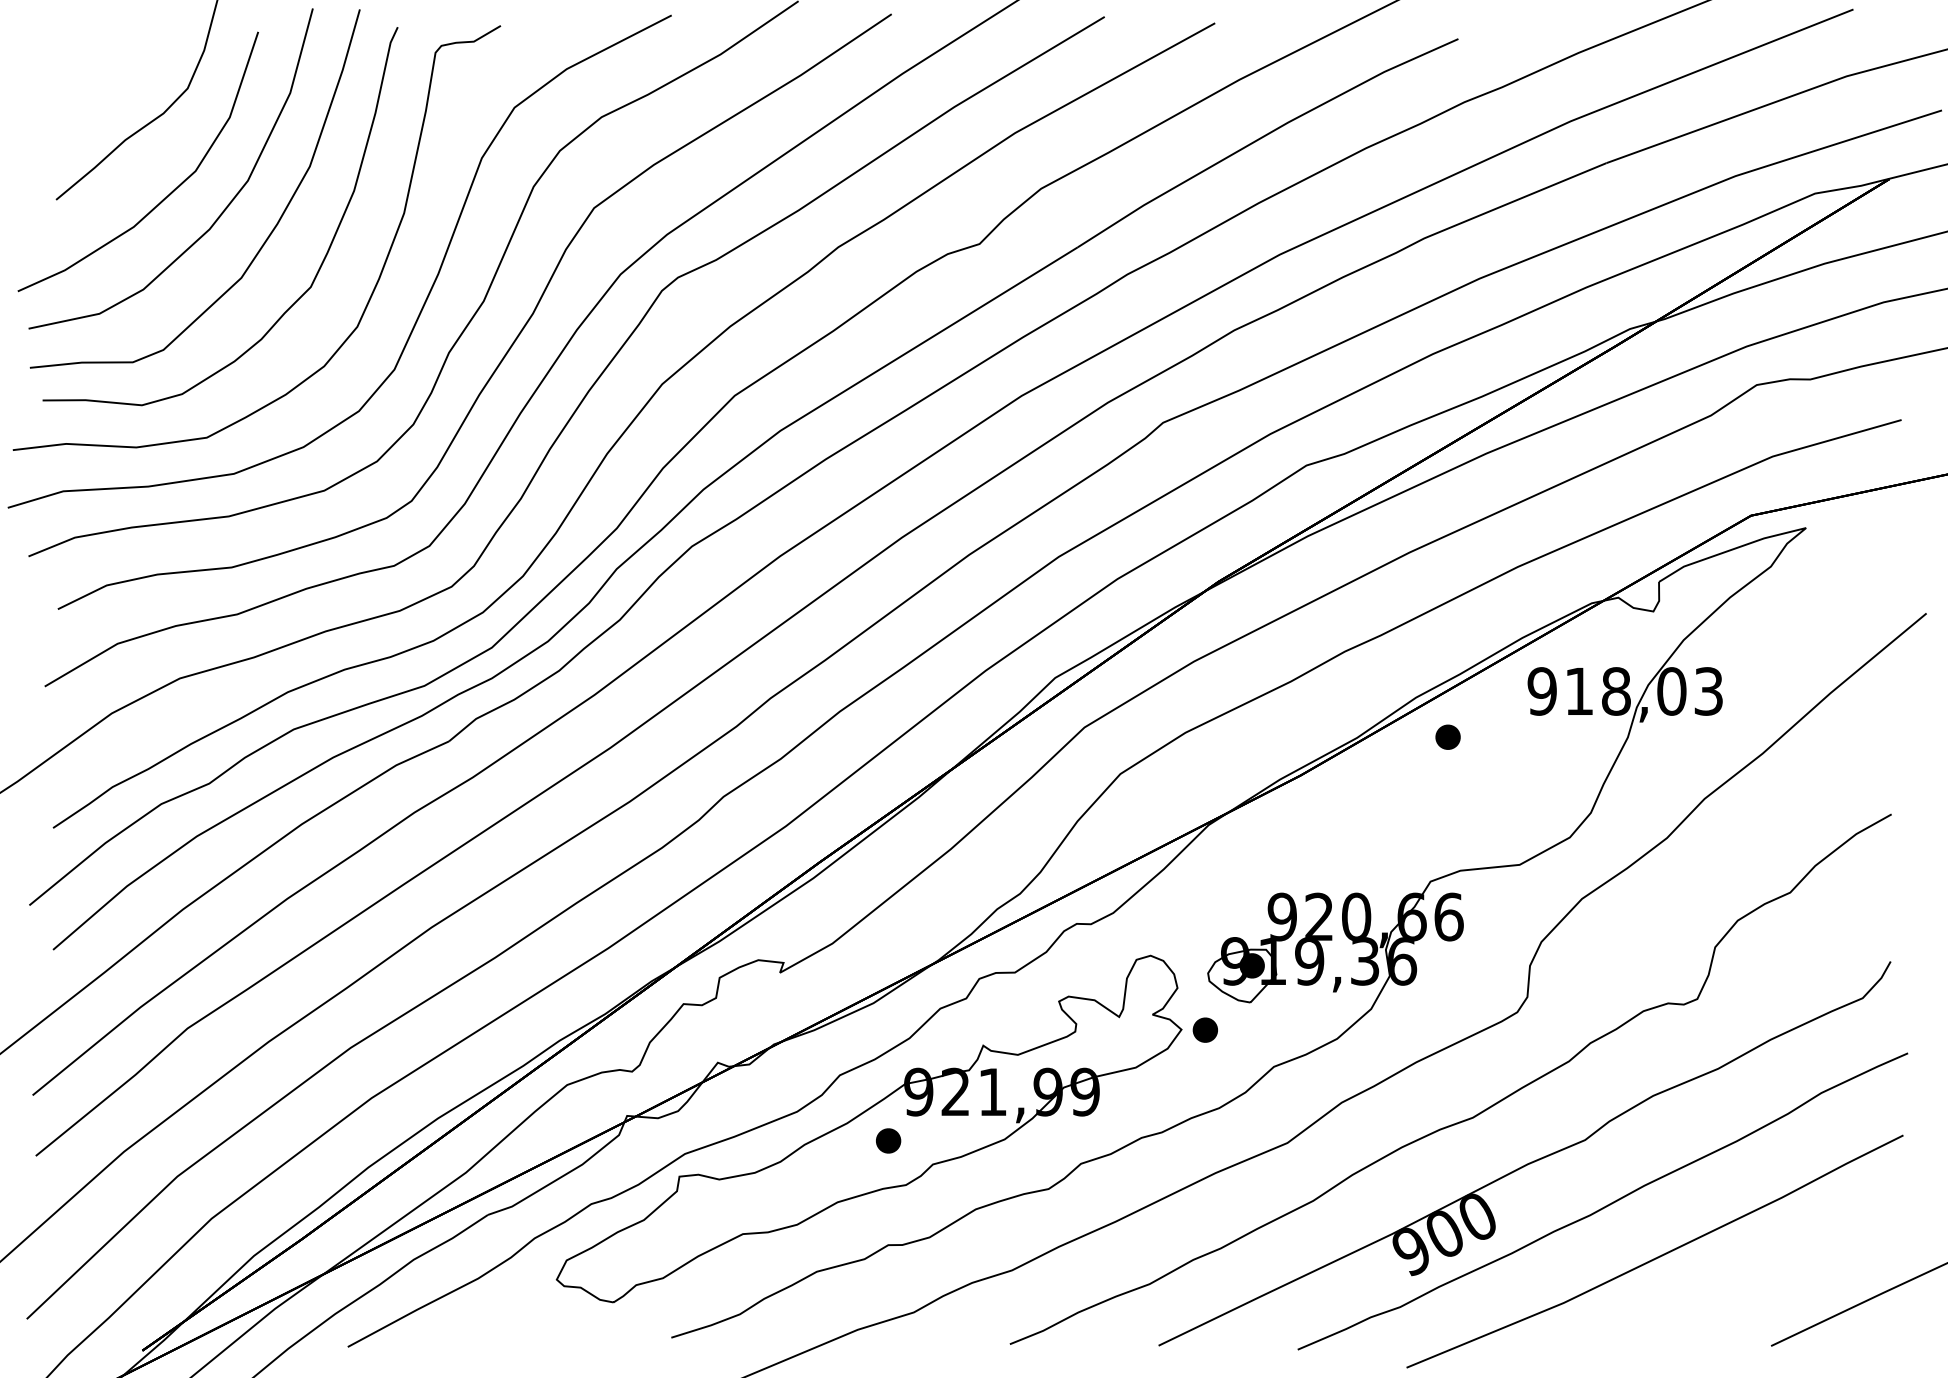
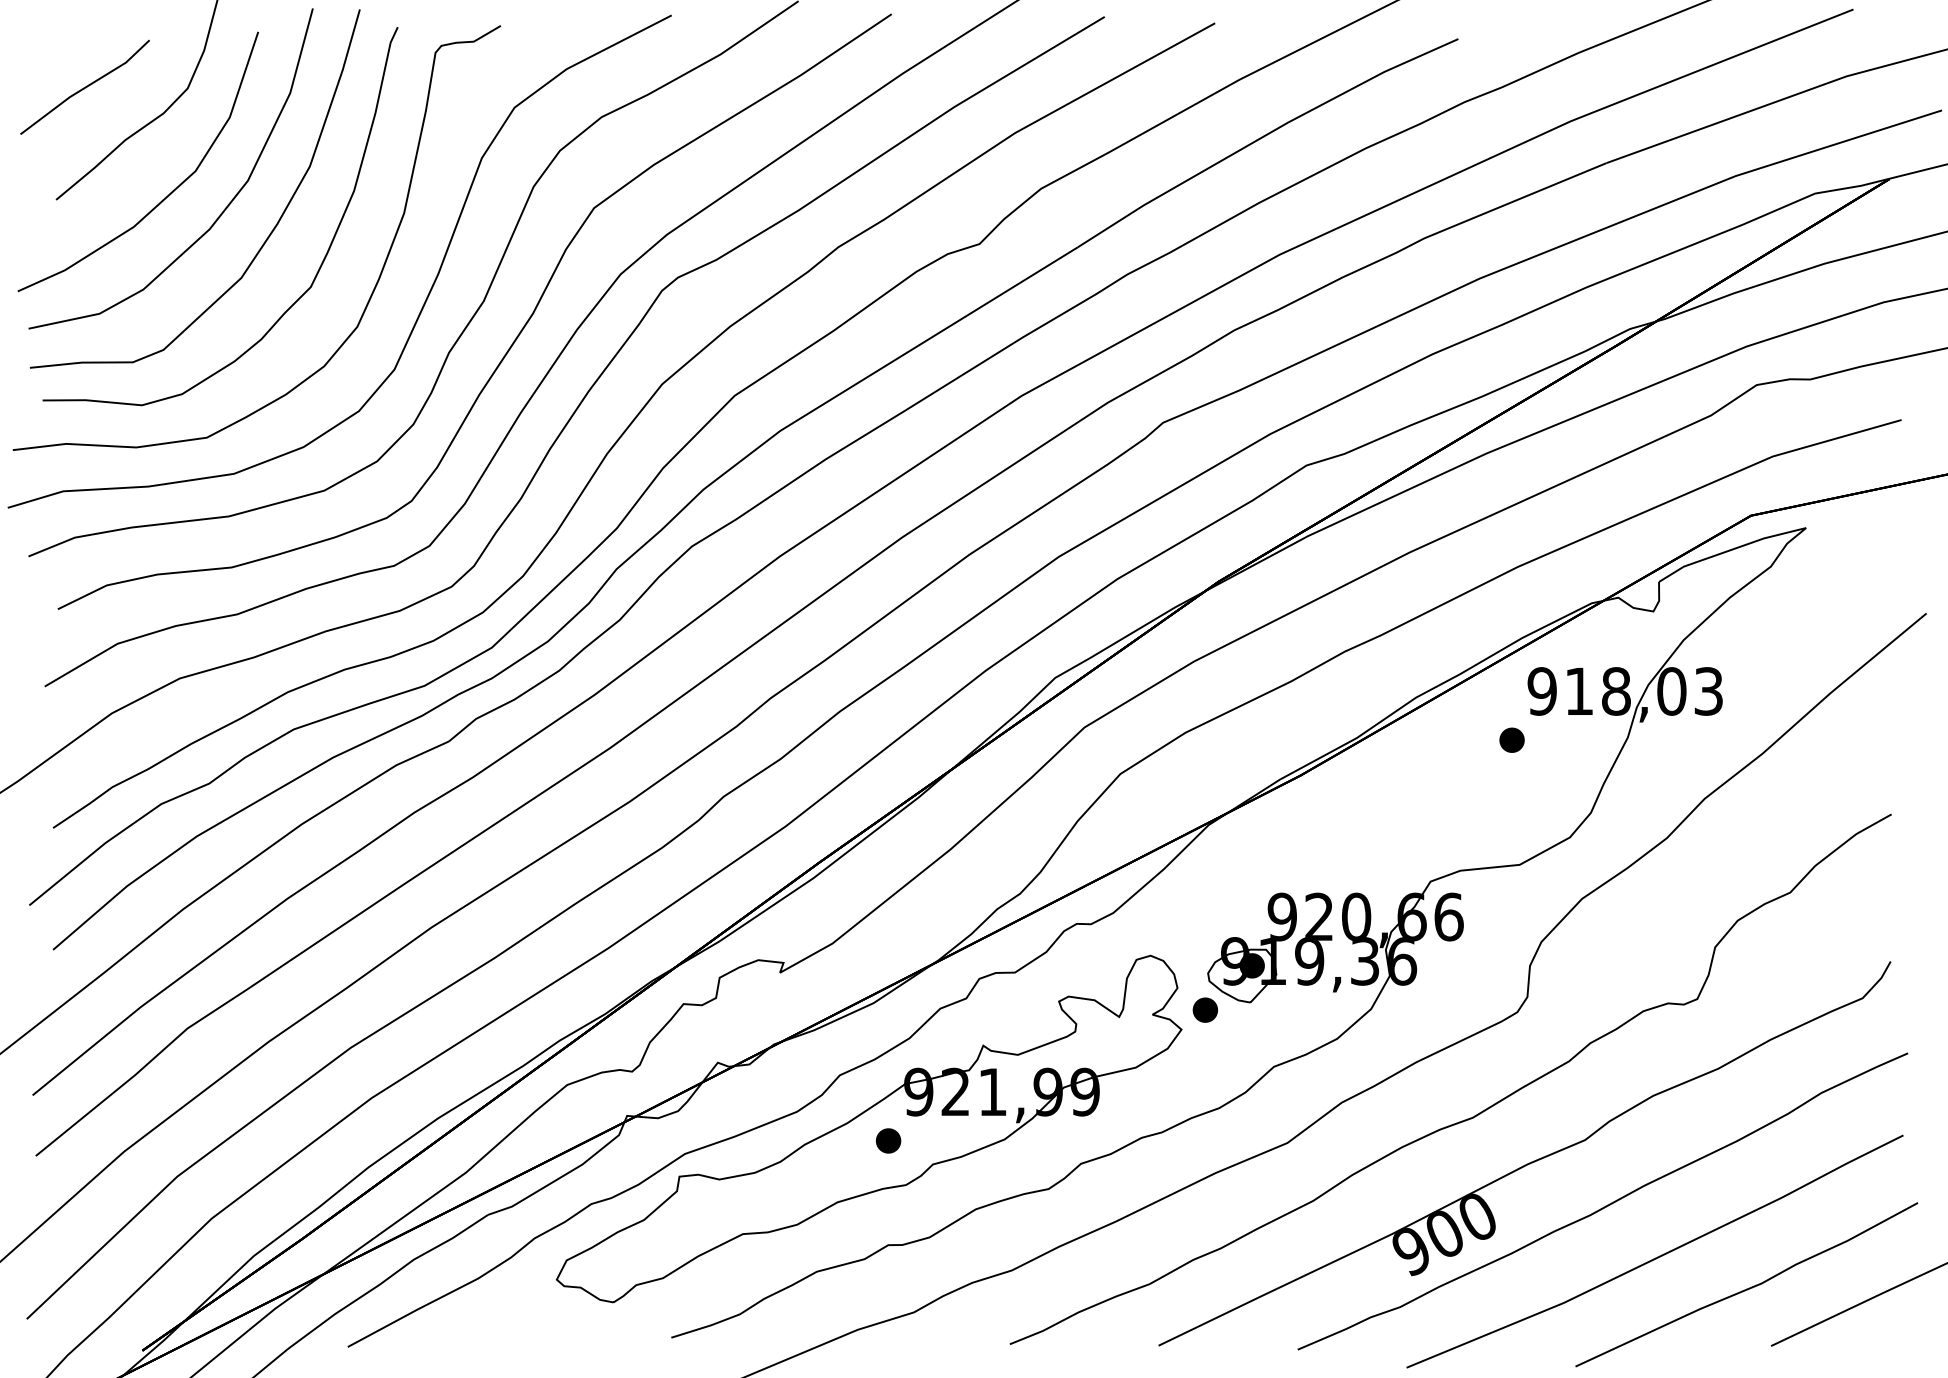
line at (85, 86): none -> present
part at (1447, 736) position: (1447, 736) -> (1511, 739)
part at (1204, 1029) position: (1204, 1029) -> (1204, 1009)
curve at (1746, 1288): none -> present
